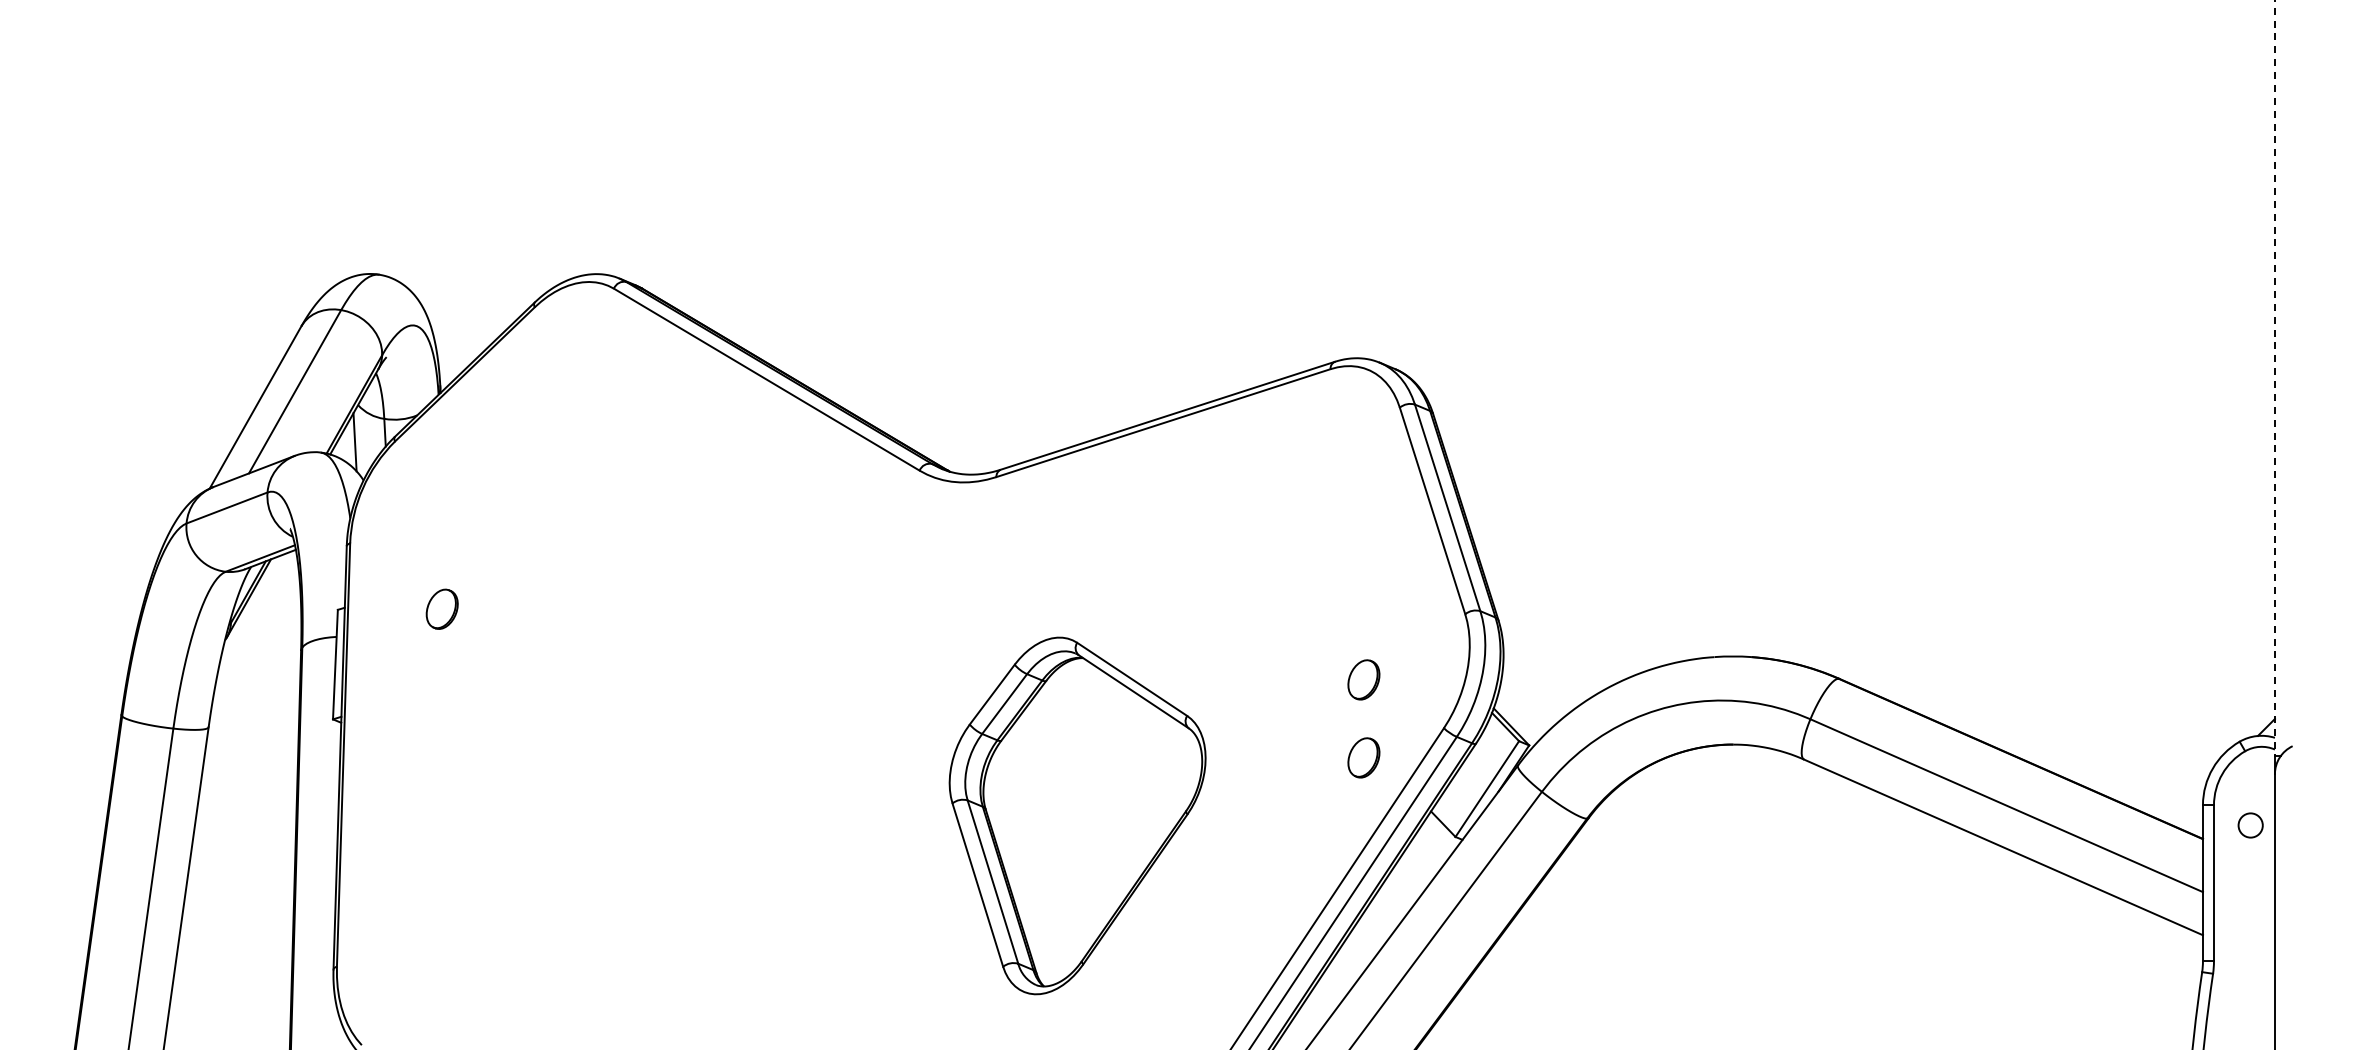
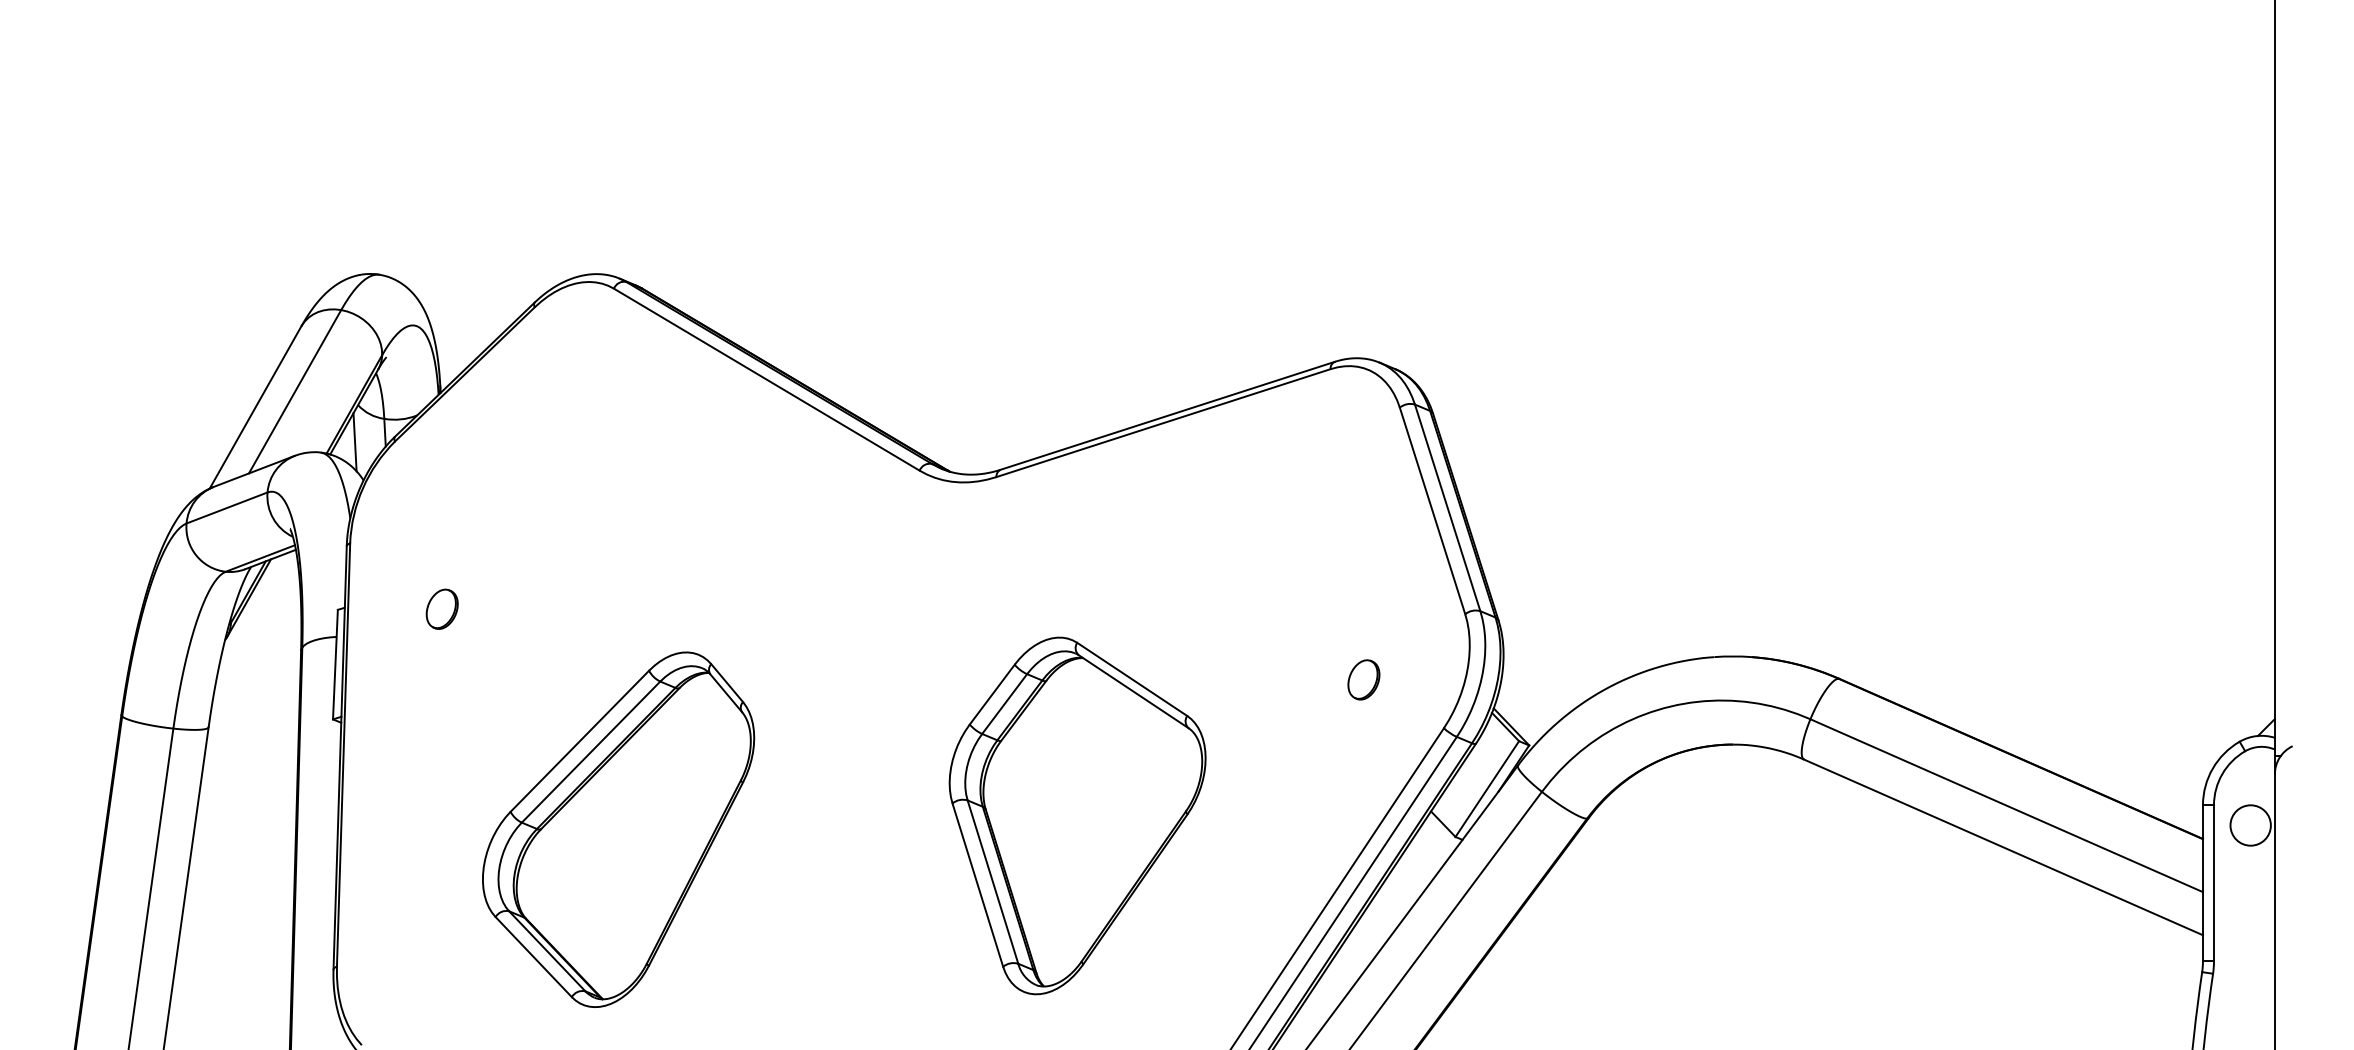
line at (2274, 378): dashed -> solid
part at (1363, 757): present -> none
circle at (2250, 825) diameter: 24 px -> 40 px
part at (618, 829): none -> present
